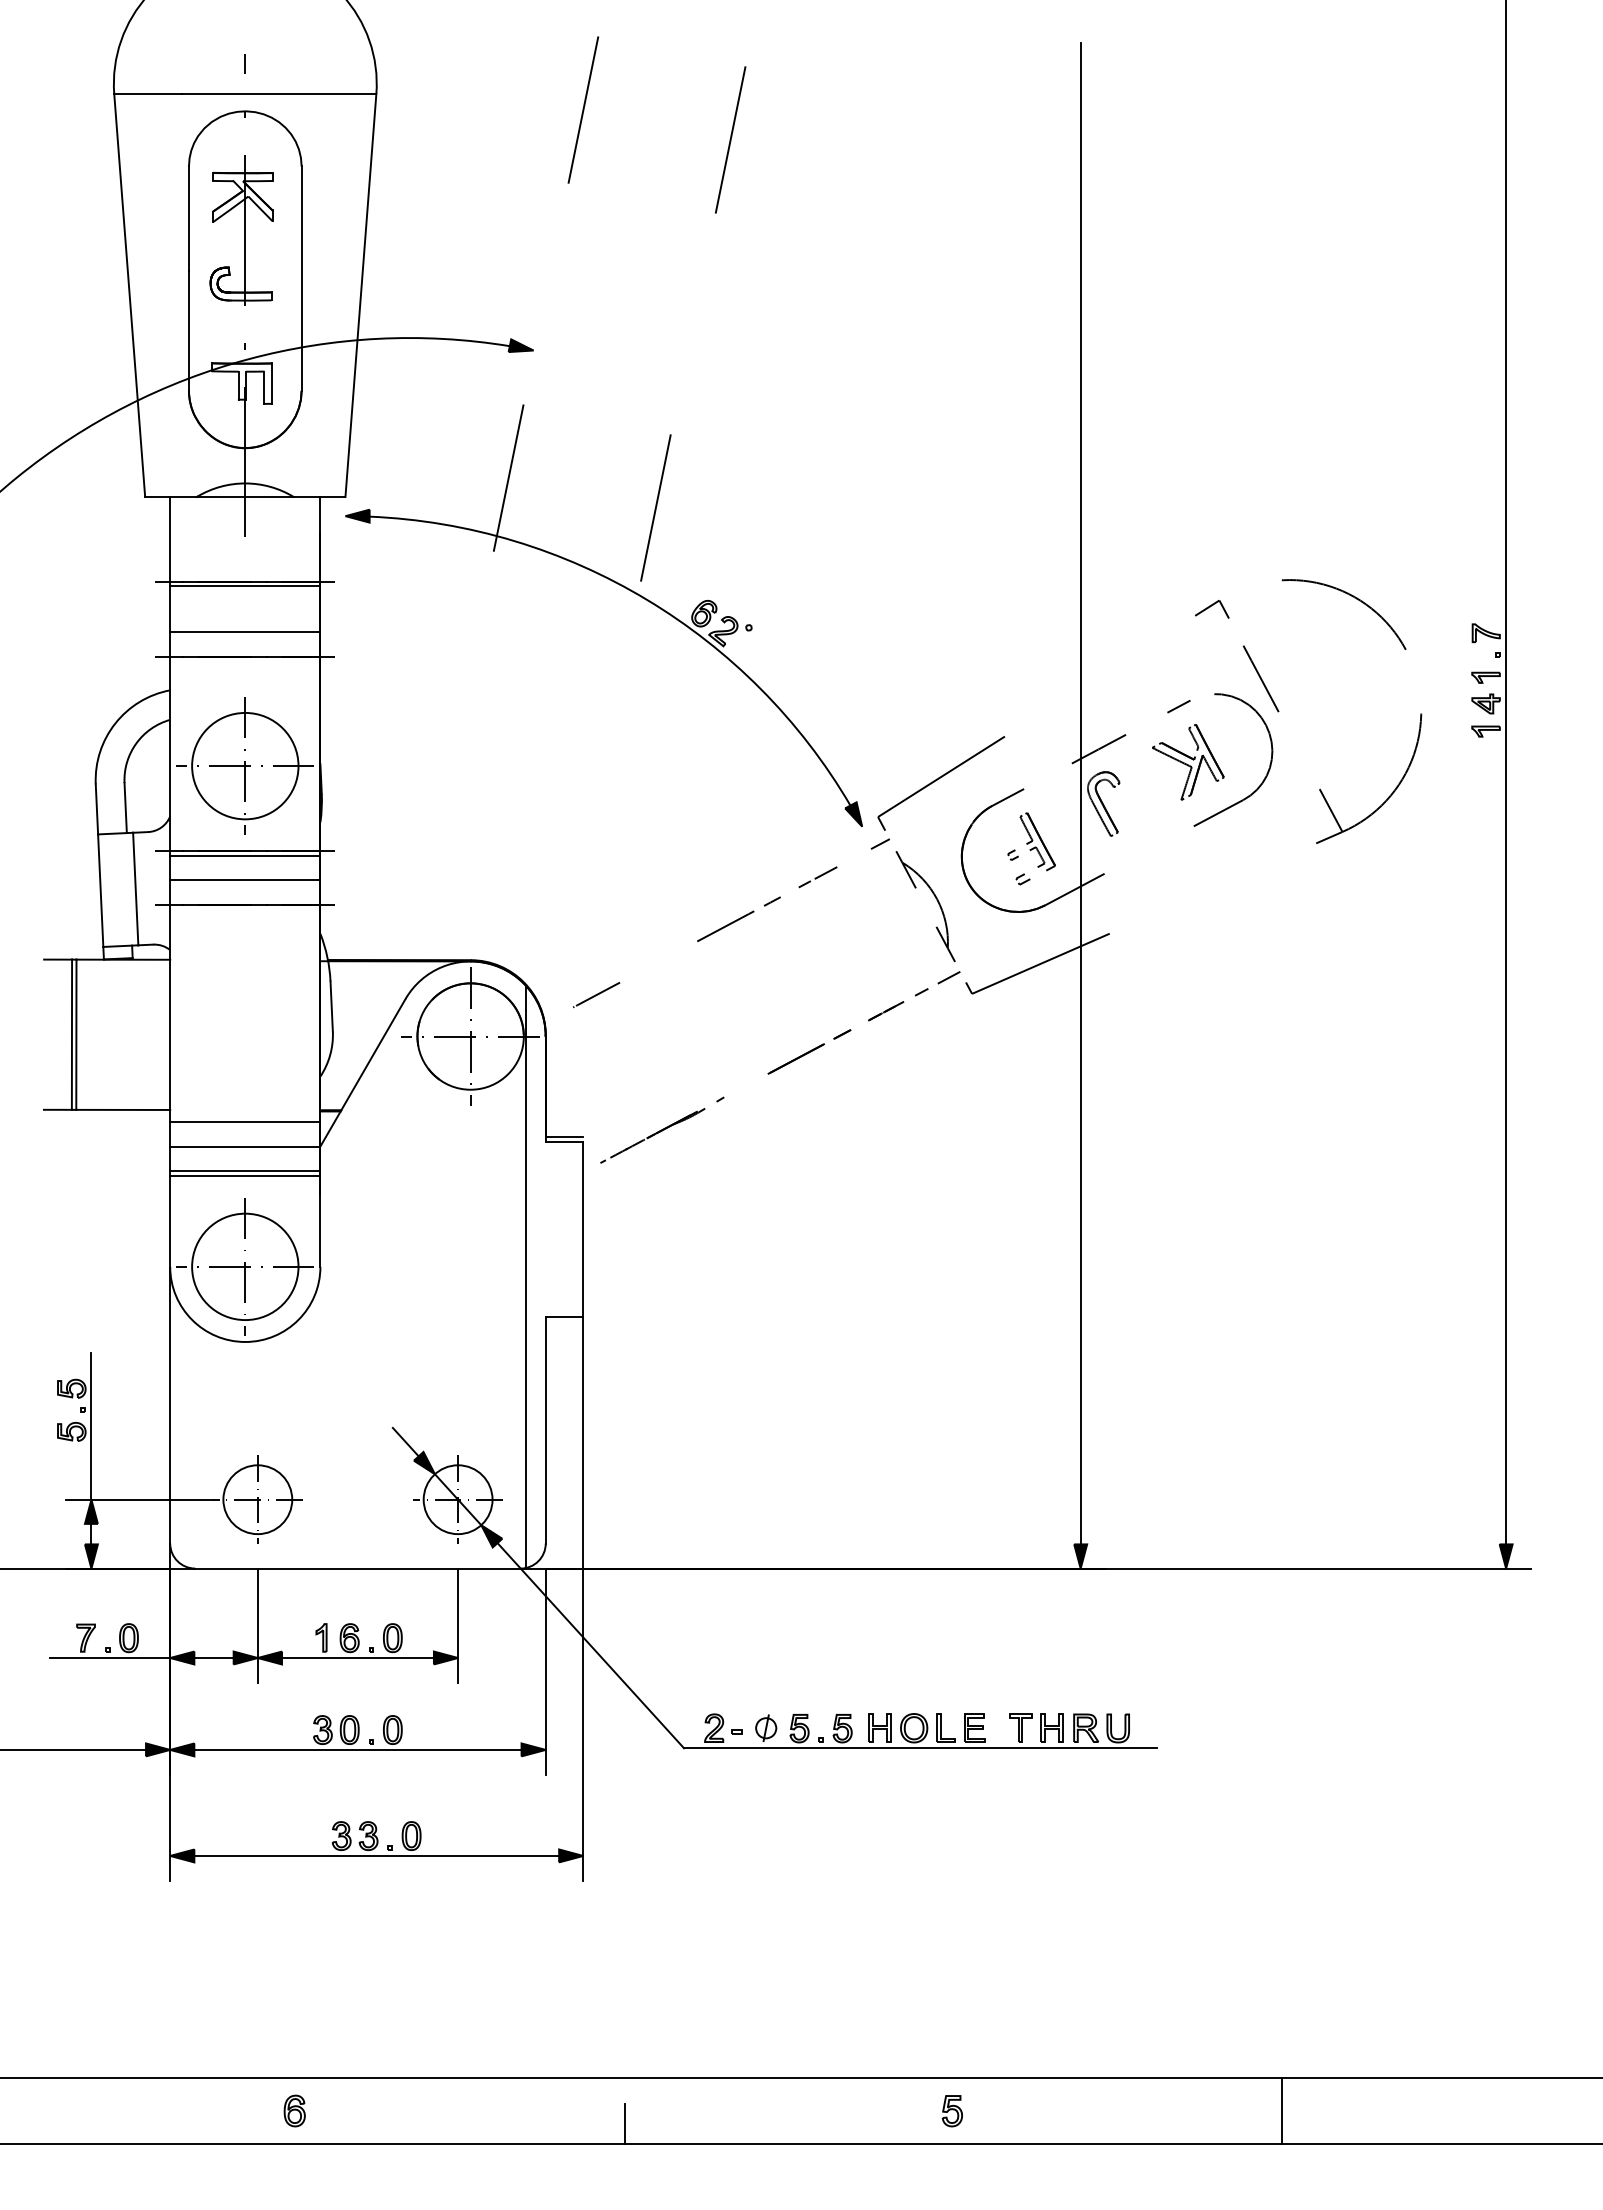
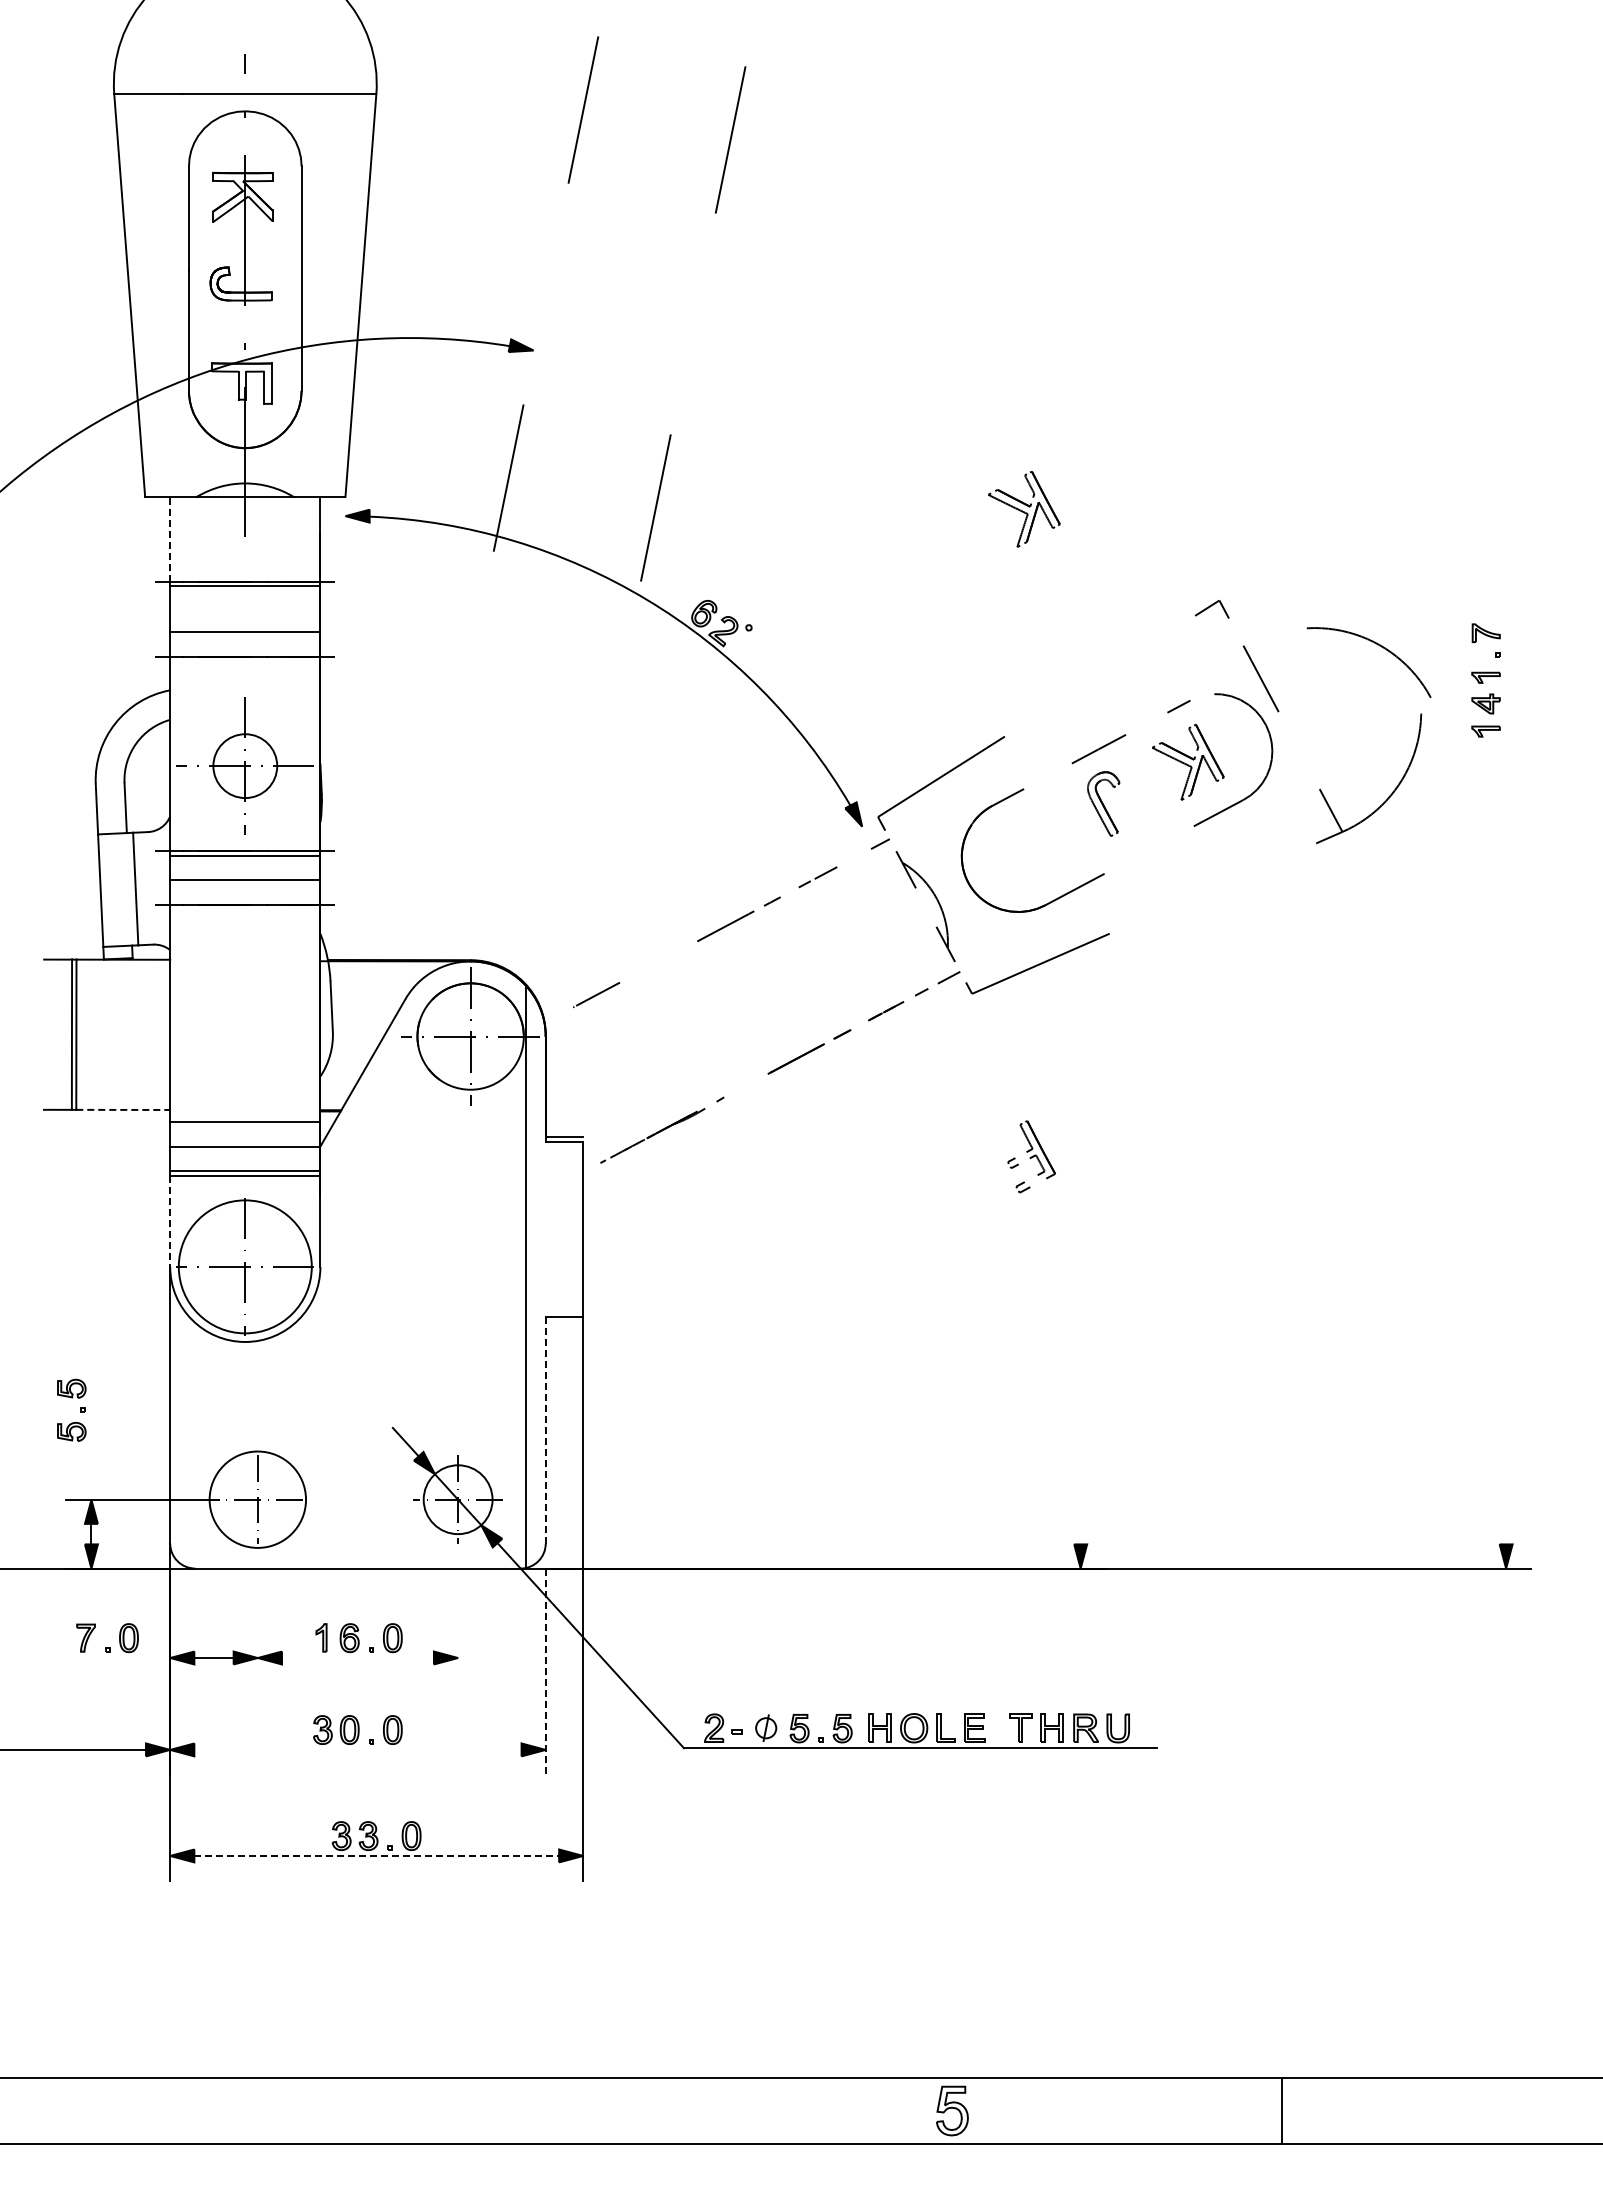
part at (1024, 509): none -> present
line at (170, 539): solid -> dashed
arc at (1352, 597) position: (1352, 597) -> (1377, 645)
circle at (245, 765) diameter: 106 px -> 64 px
line at (1506, 773): present -> none
line at (1080, 793): present -> none
part at (1031, 848) position: (1031, 848) -> (1031, 1156)
line at (123, 1109): solid -> dashed
line at (170, 1221): solid -> dashed
circle at (245, 1266) diameter: 106 px -> 133 px
line at (91, 1426): present -> none
line at (545, 1429): solid -> dashed
circle at (257, 1499) diameter: 69 px -> 96 px
line at (257, 1626): present -> none
line at (458, 1626): present -> none
line at (110, 1658): present -> none
line at (357, 1658): present -> none
line at (545, 1672): solid -> dashed
line at (357, 1749): present -> none
line at (377, 1855): solid -> dashed
part at (294, 2110): present -> none
part at (952, 2111) size: 21x33 px -> 33x52 px
line at (624, 2123): present -> none
